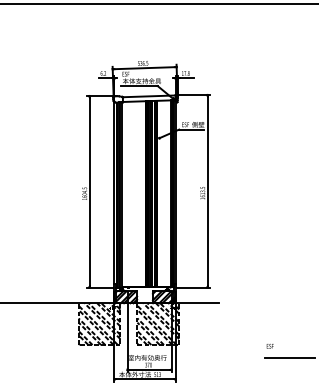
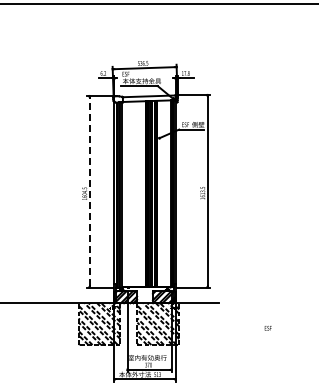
line at (89, 191): solid -> dashed
text at (269, 346) position: (269, 346) -> (267, 328)
line at (290, 358): present -> none
